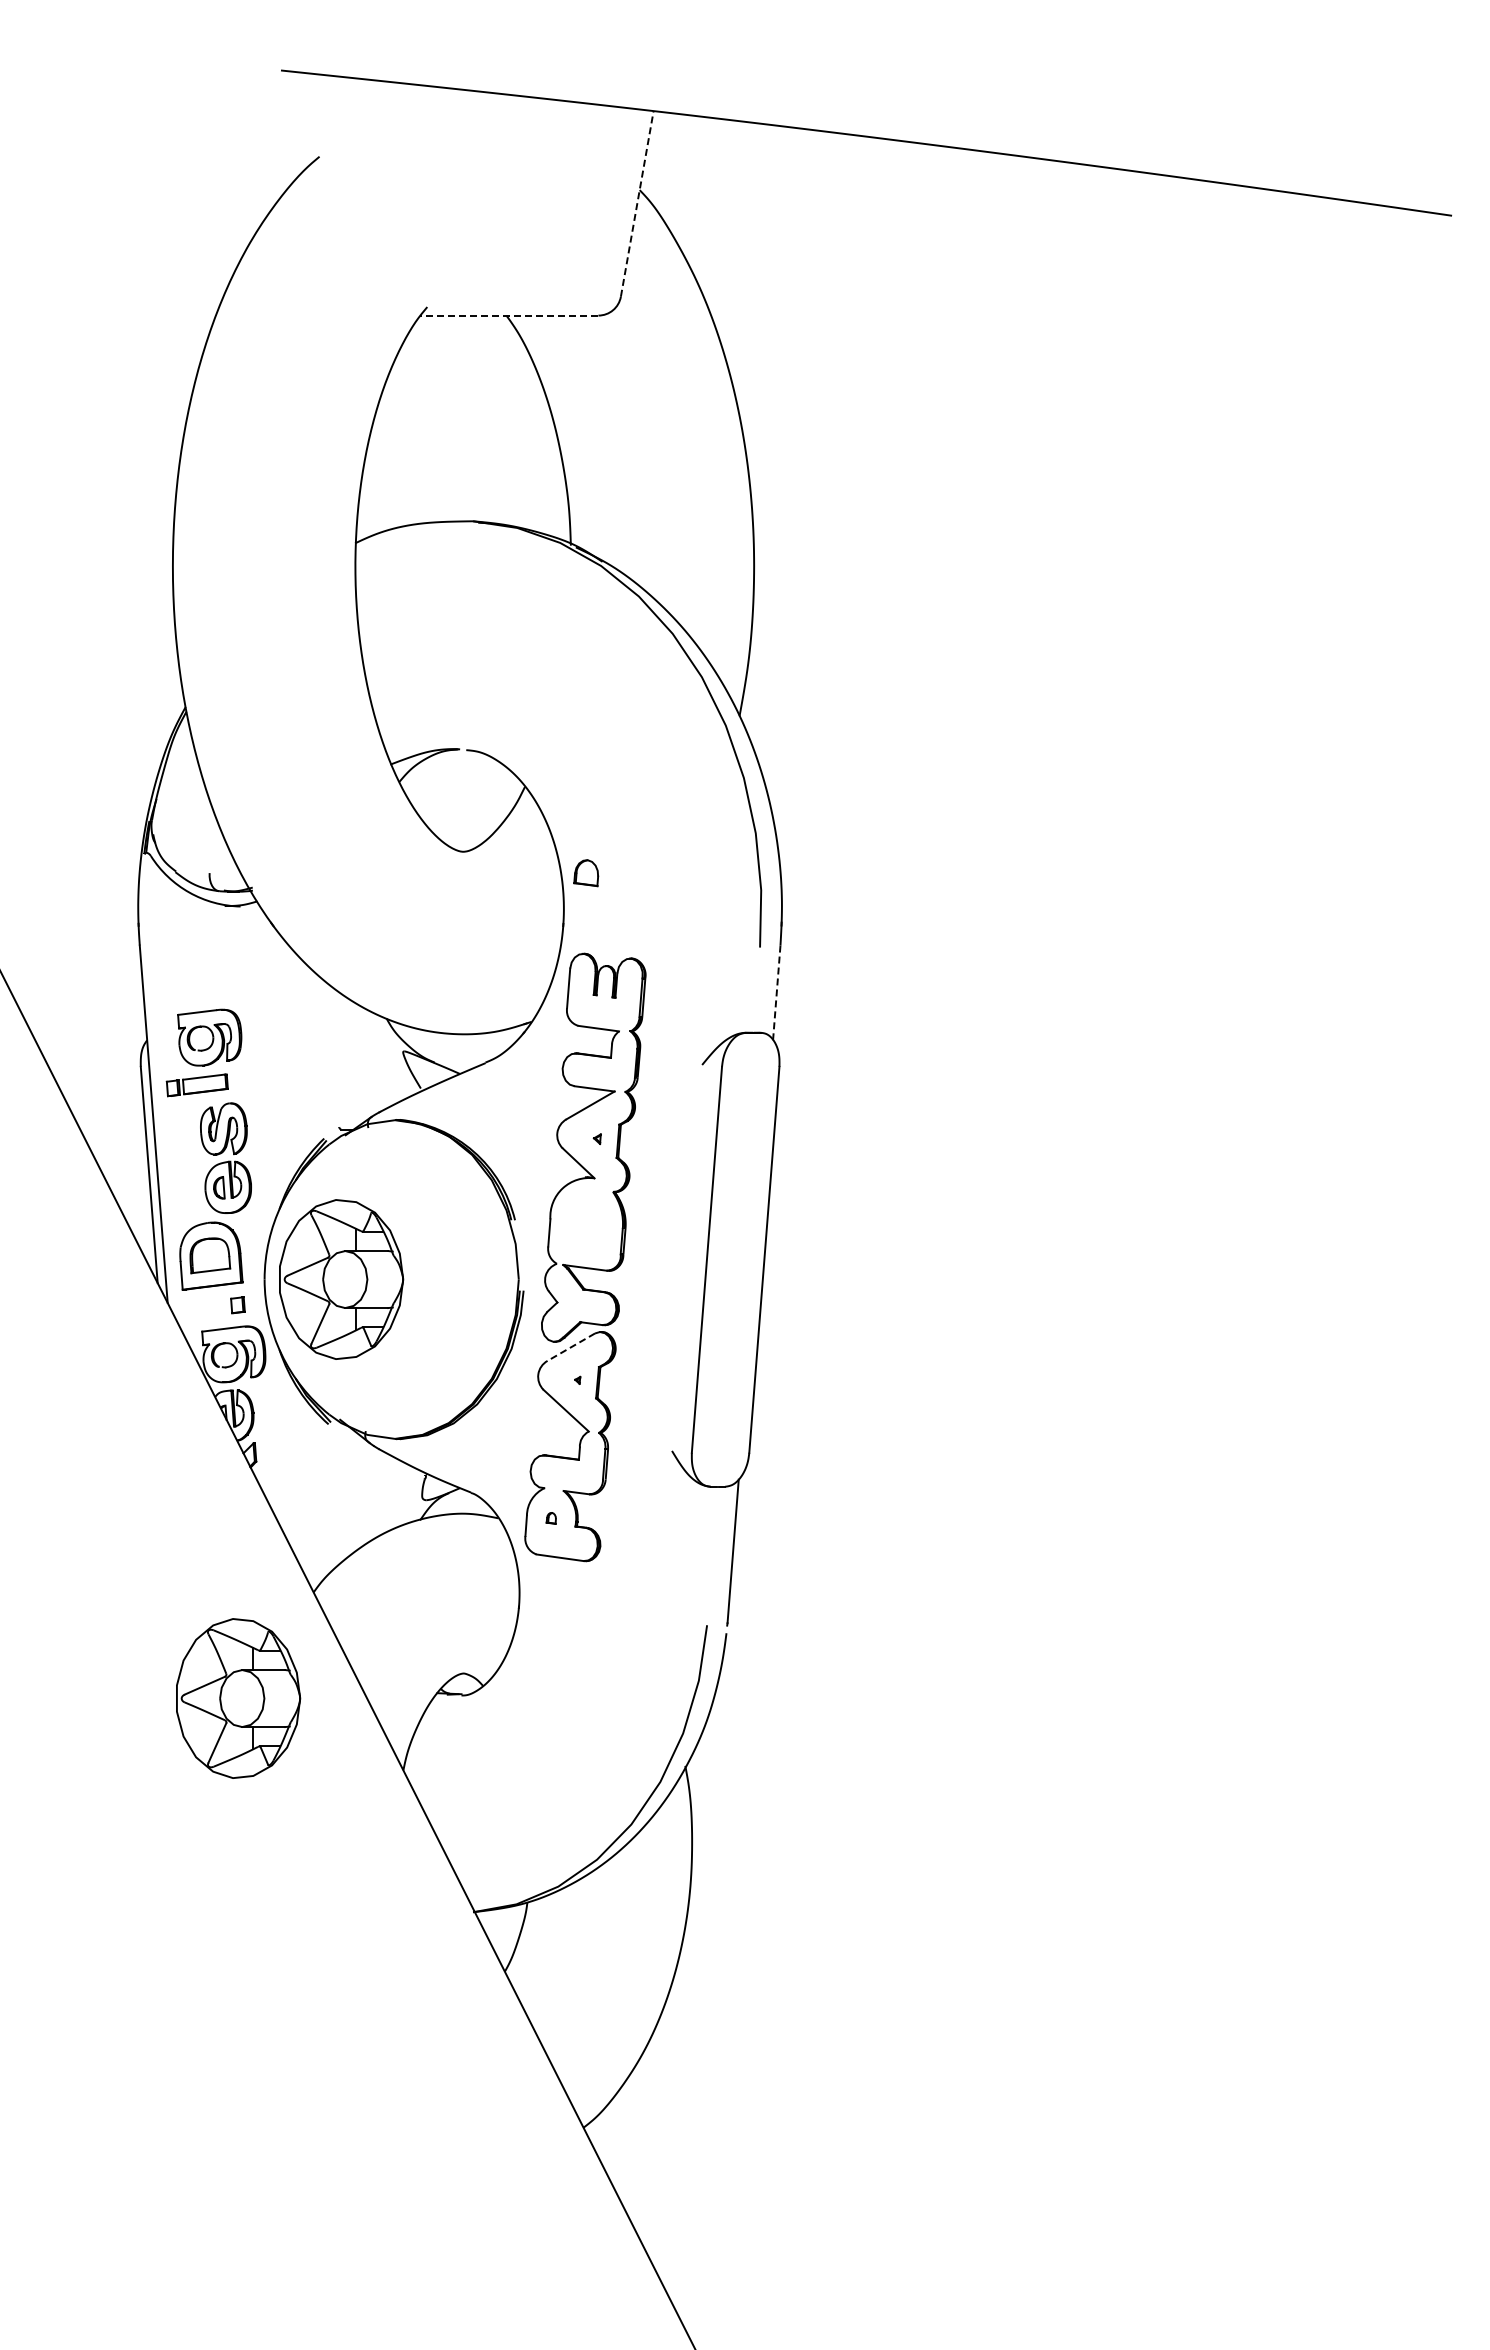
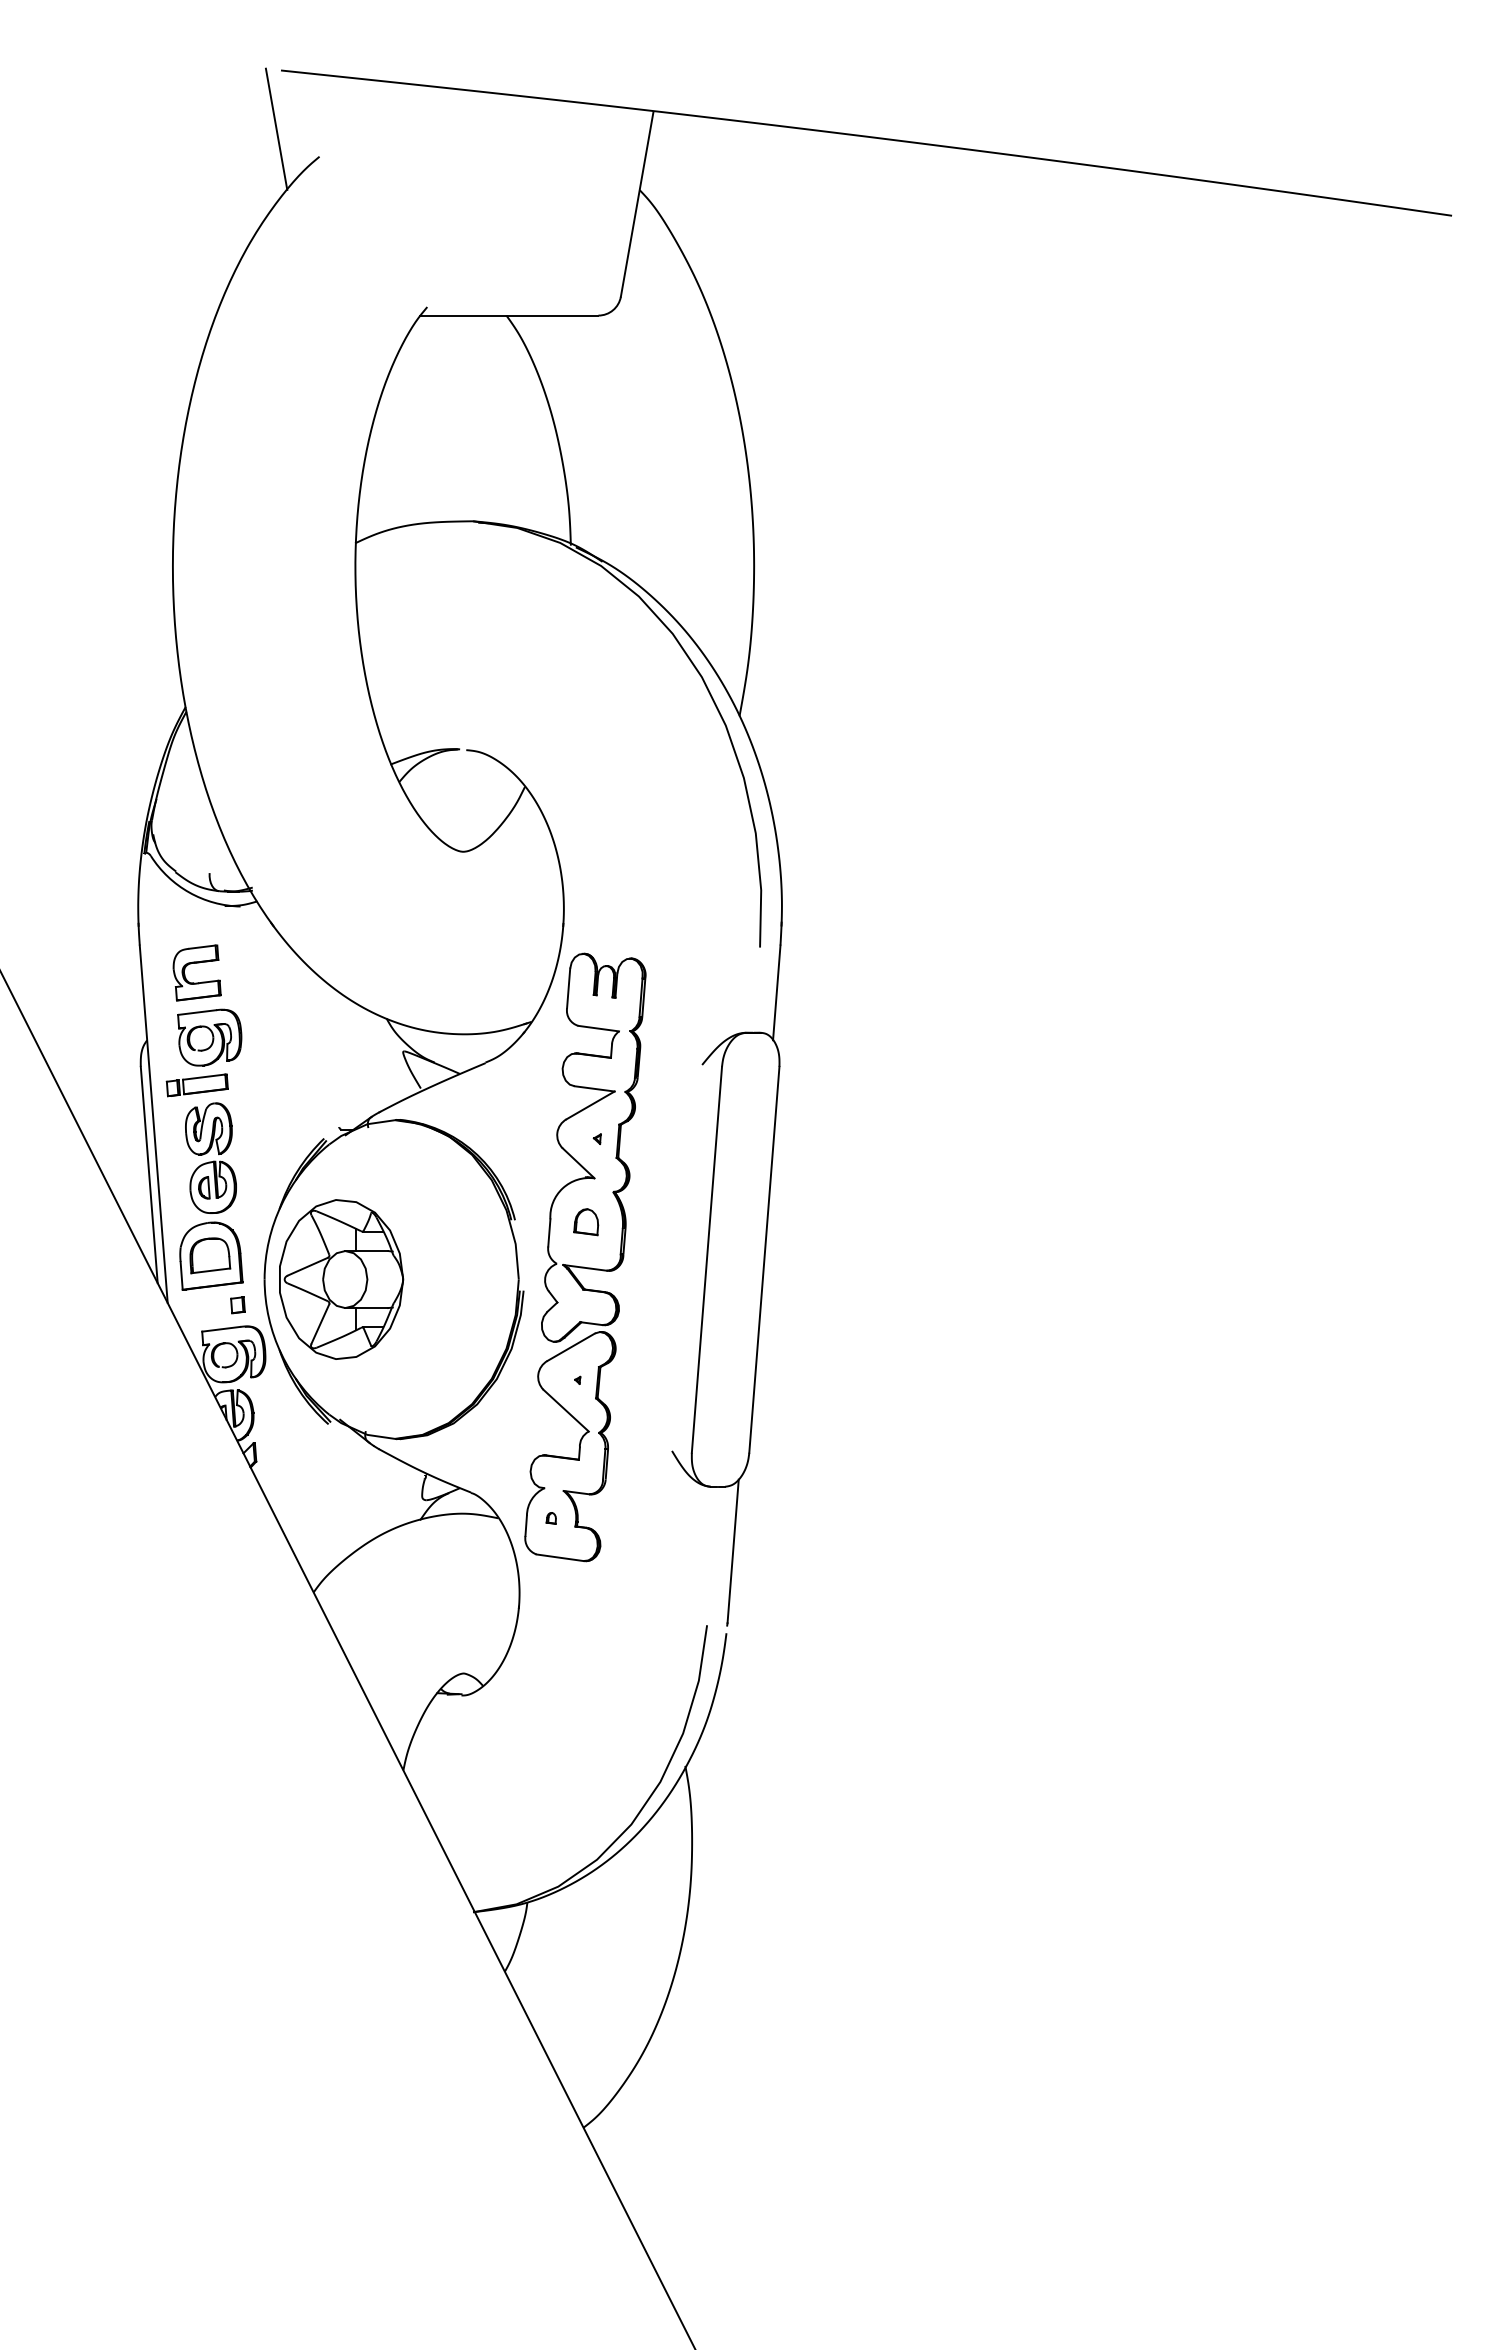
line at (276, 128): none -> present
line at (637, 204): dashed -> solid
line at (508, 315): dashed -> solid
part at (586, 873) position: (586, 873) -> (586, 1222)
part at (196, 963): none -> present
line at (776, 992): dashed -> solid
part at (225, 1157) position: (225, 1157) -> (210, 1157)
line at (570, 1347): dashed -> solid
part at (238, 1698): present -> none
